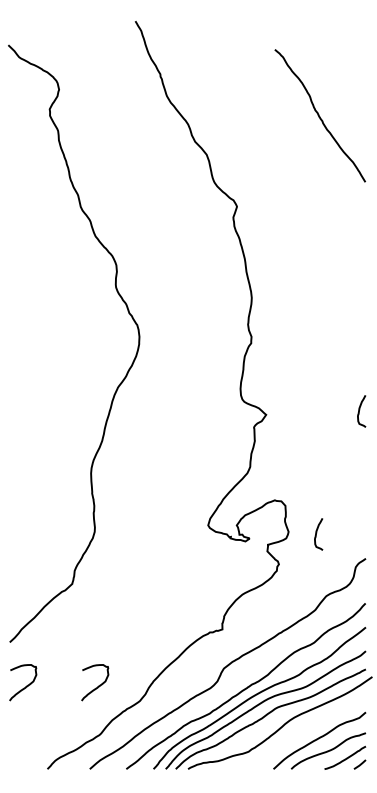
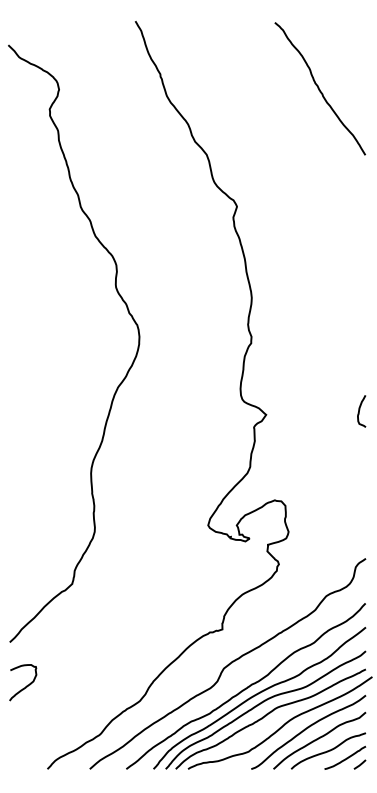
curve at (319, 115) position: (319, 115) -> (319, 88)
curve at (316, 534): present -> none
curve at (98, 685): present -> none
curve at (306, 729): none -> present
